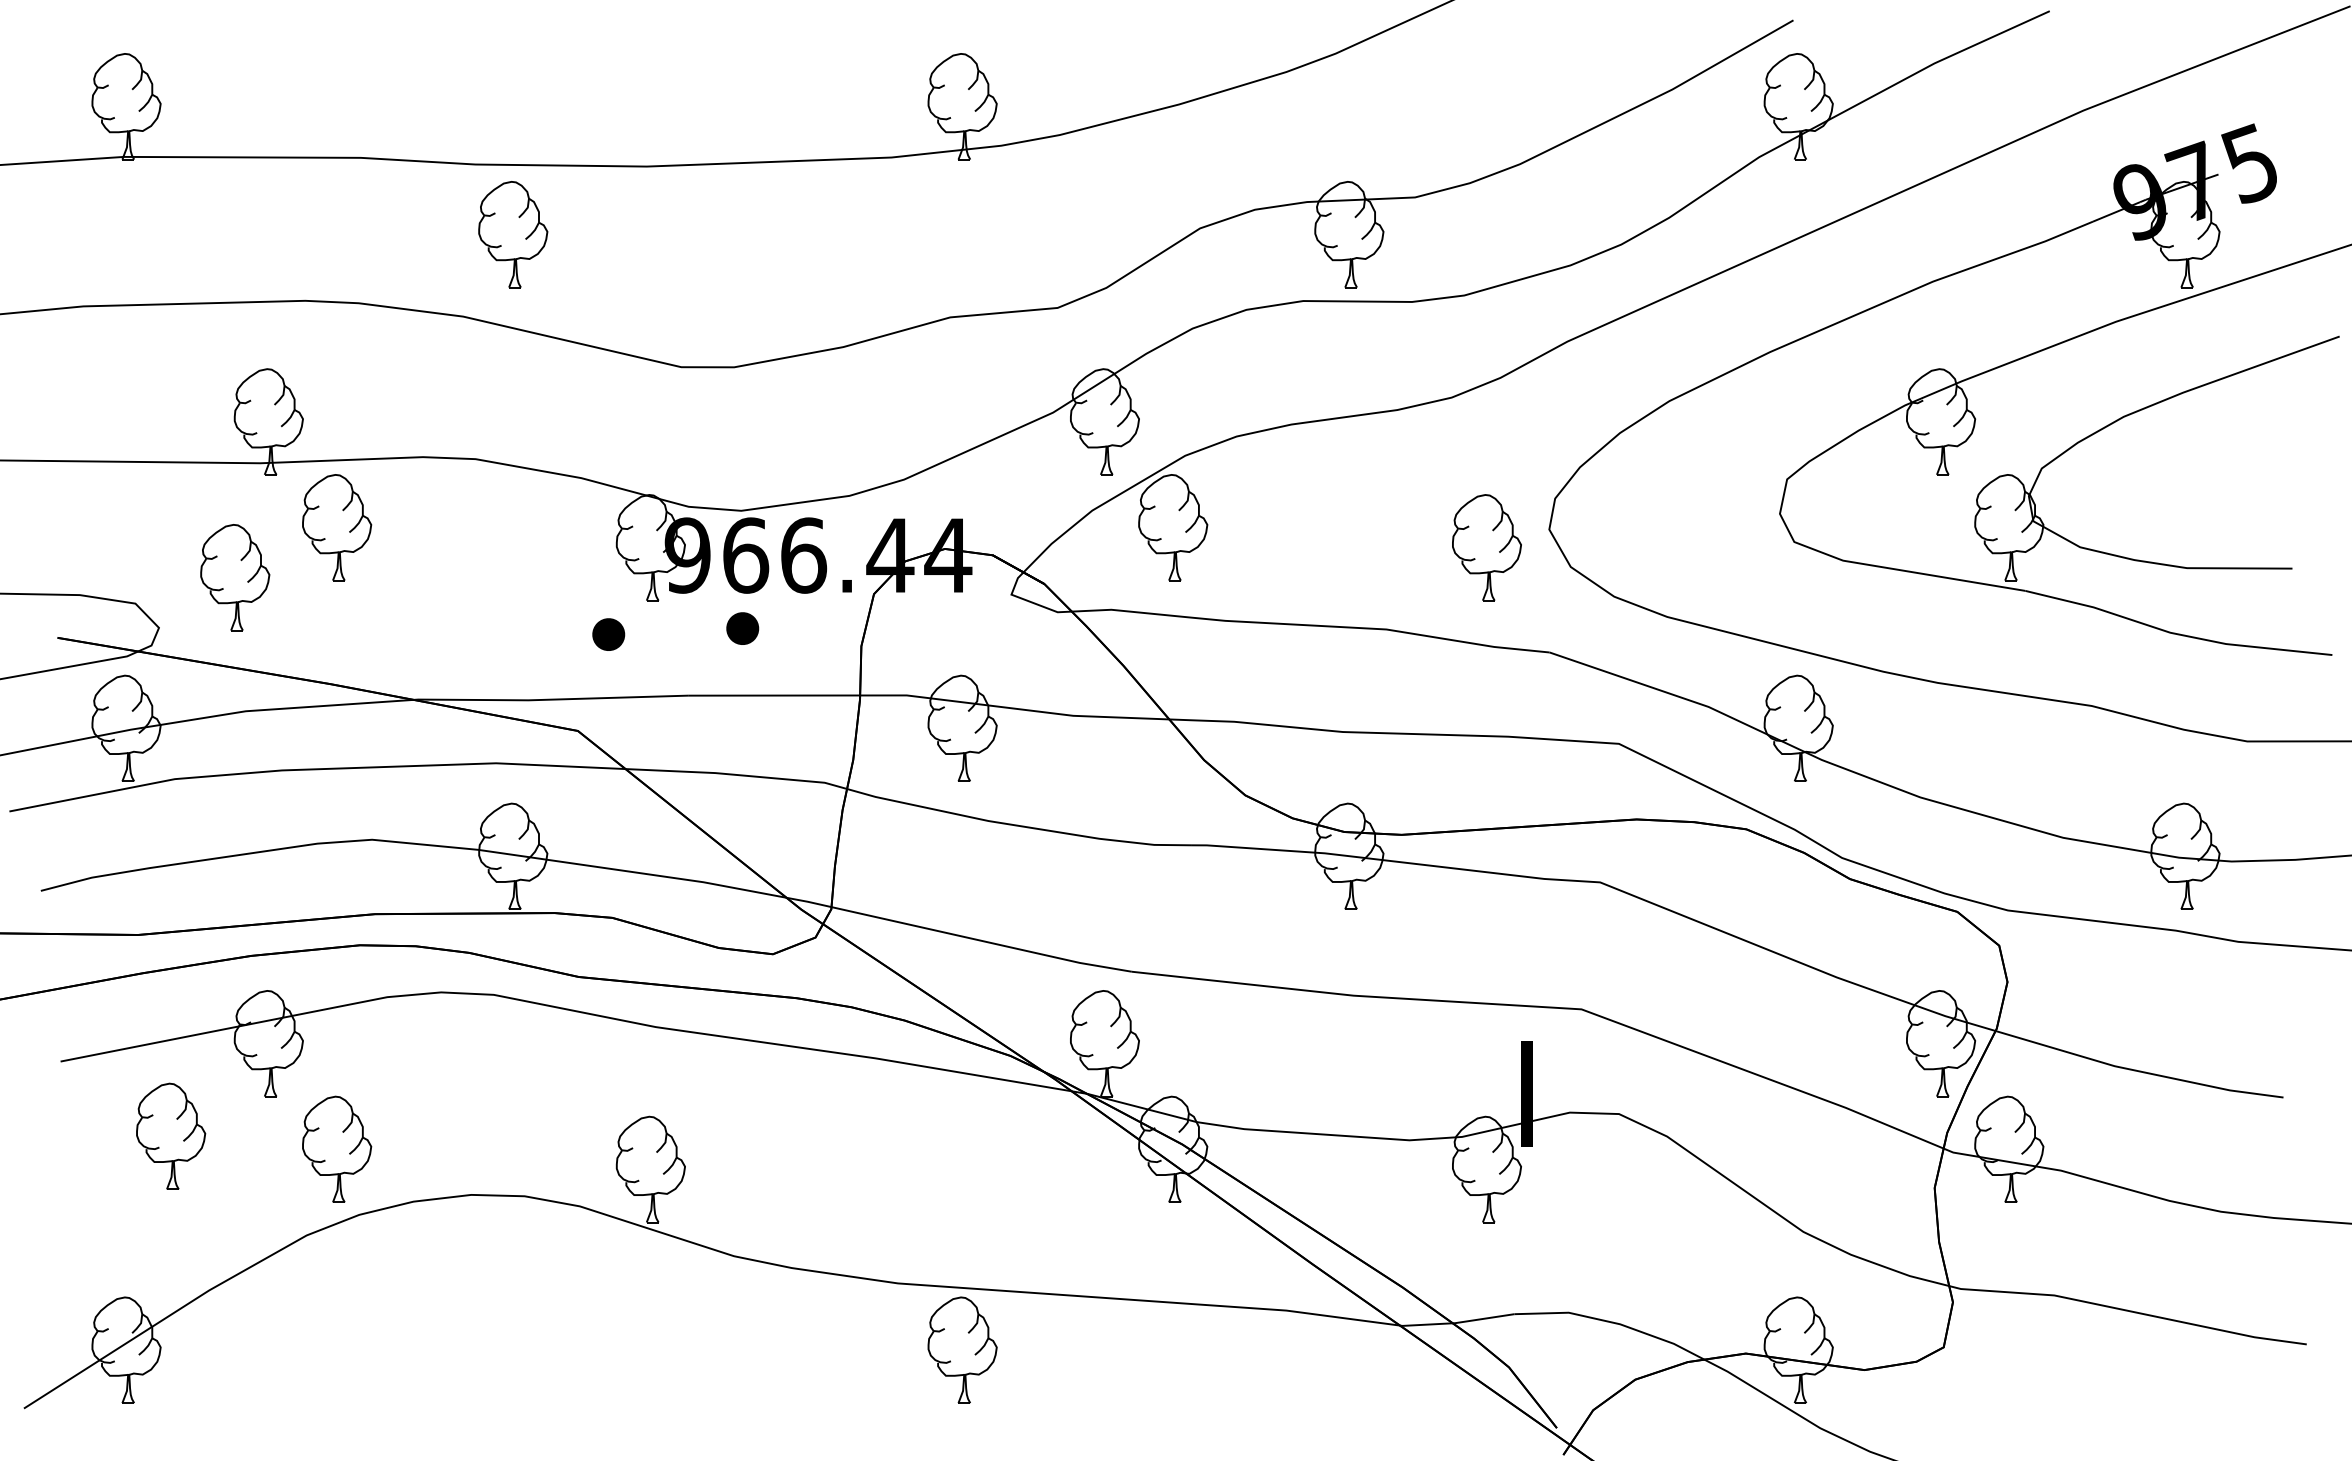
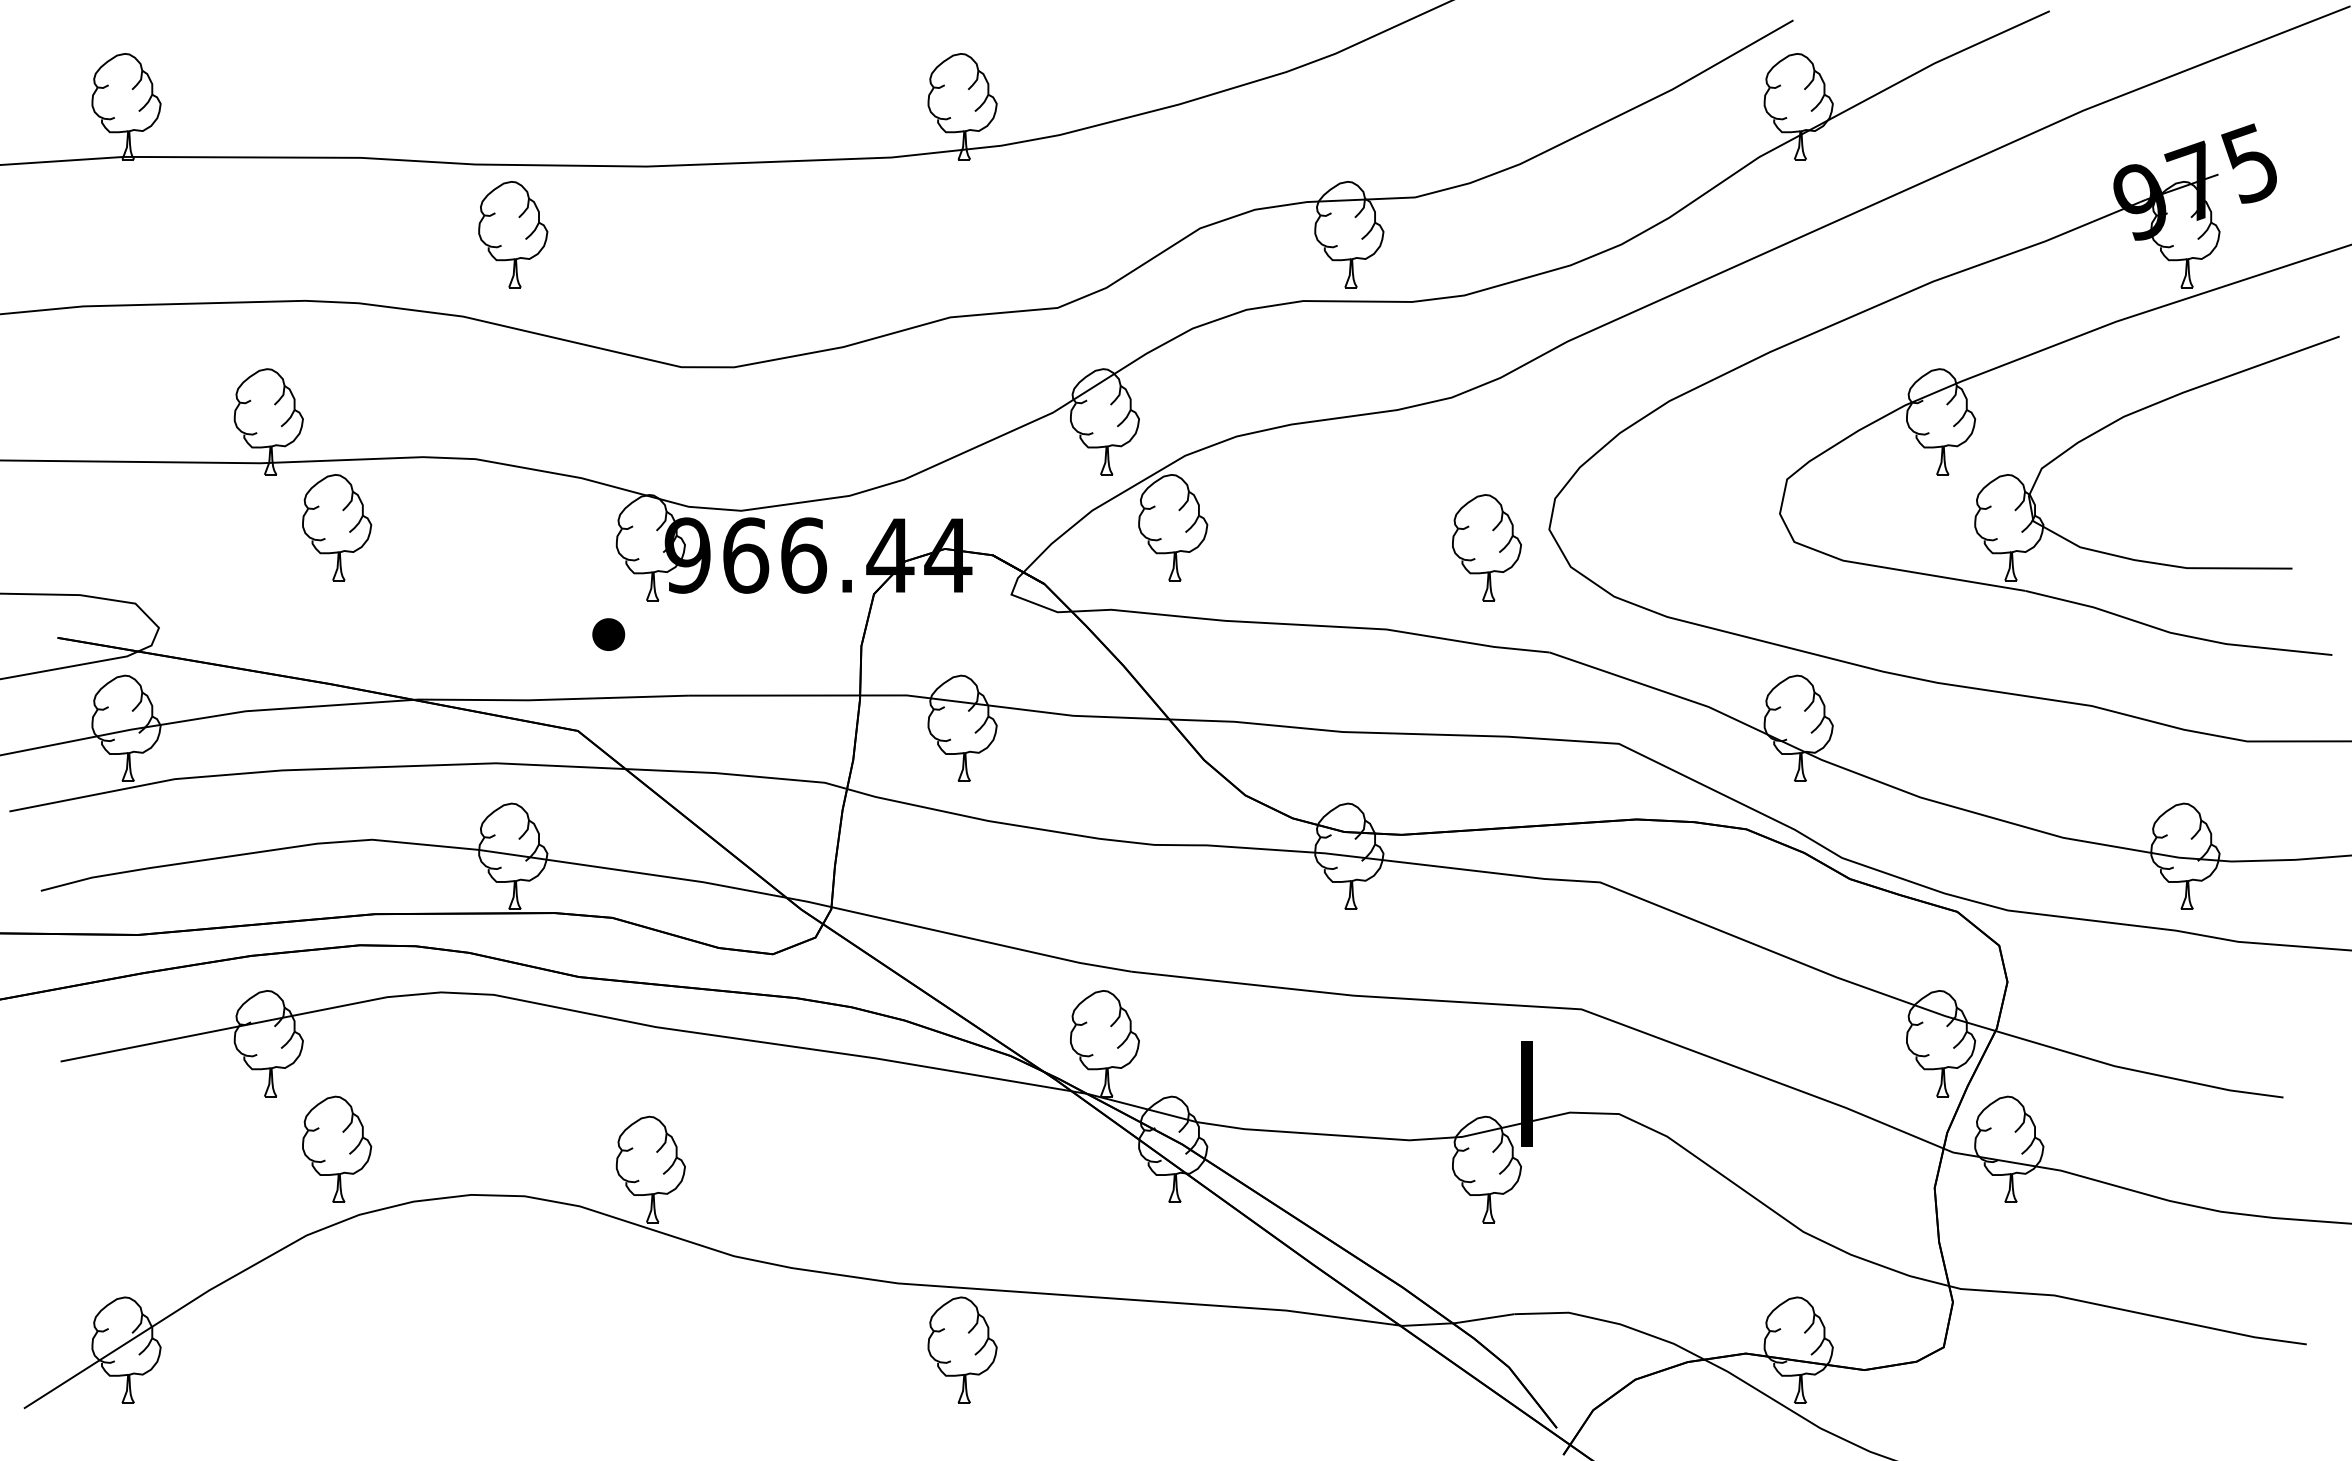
part at (235, 577): present -> none
part at (742, 628): present -> none
part at (171, 1135): present -> none
